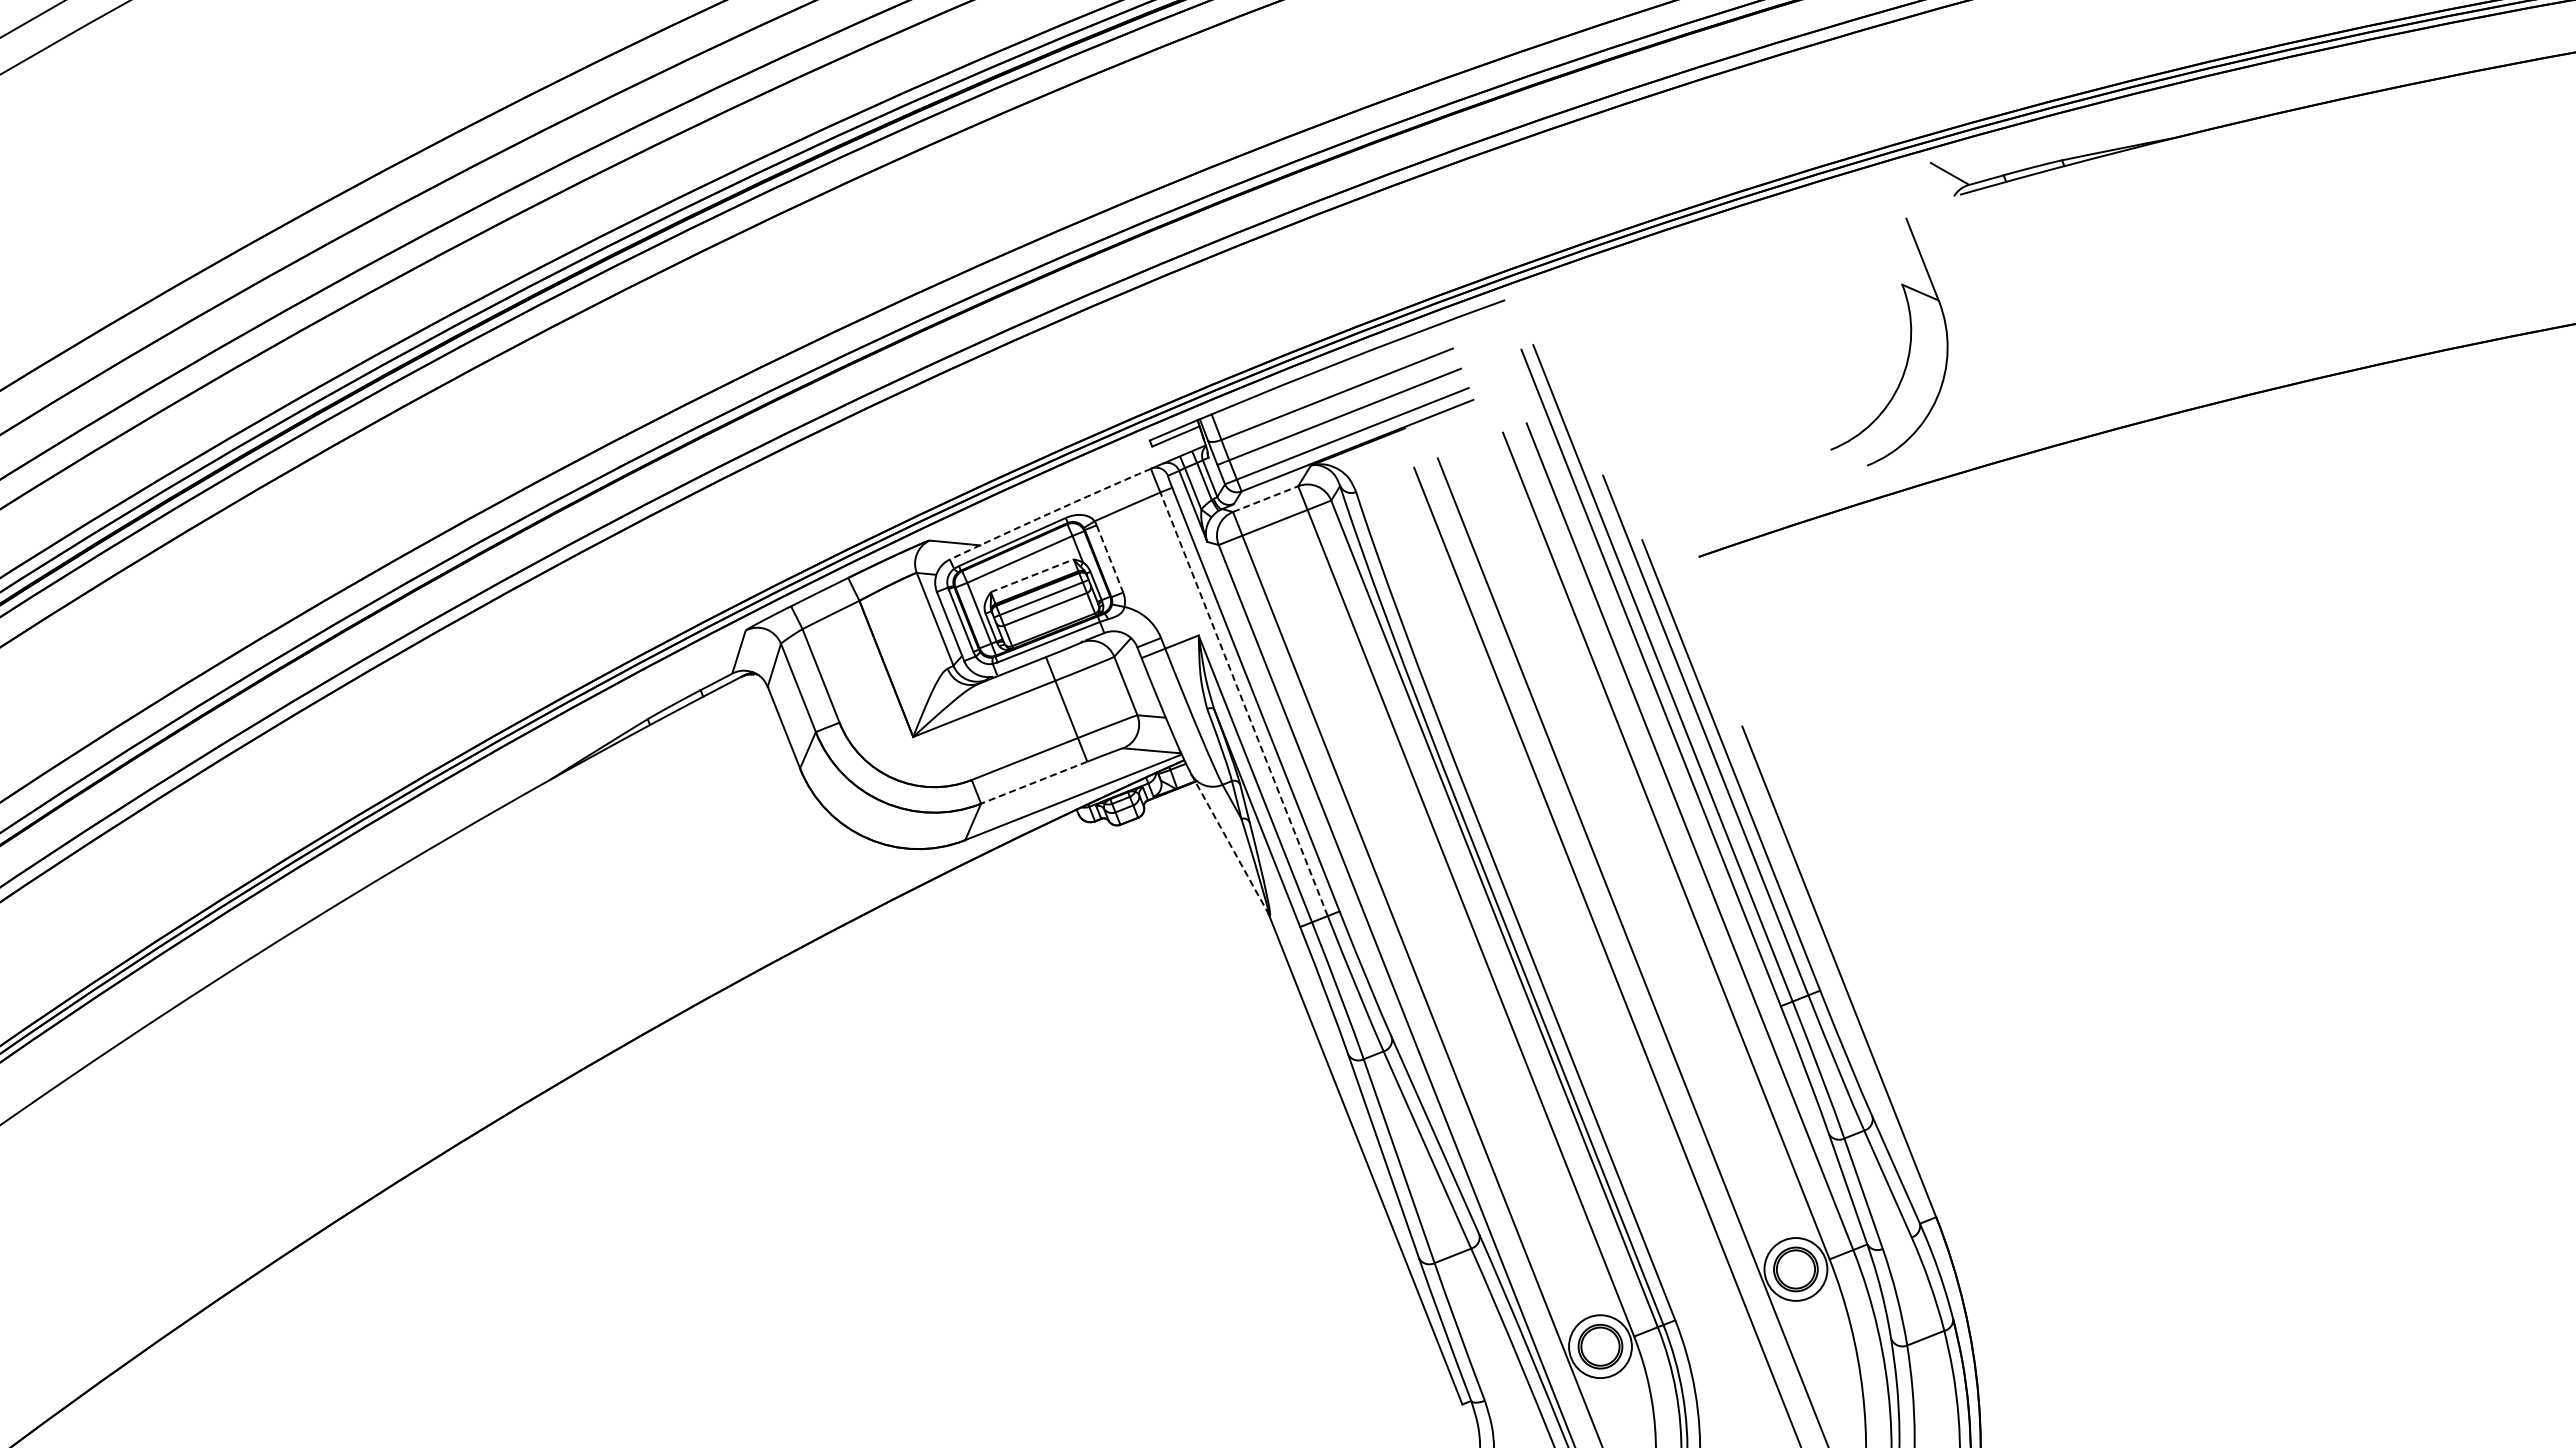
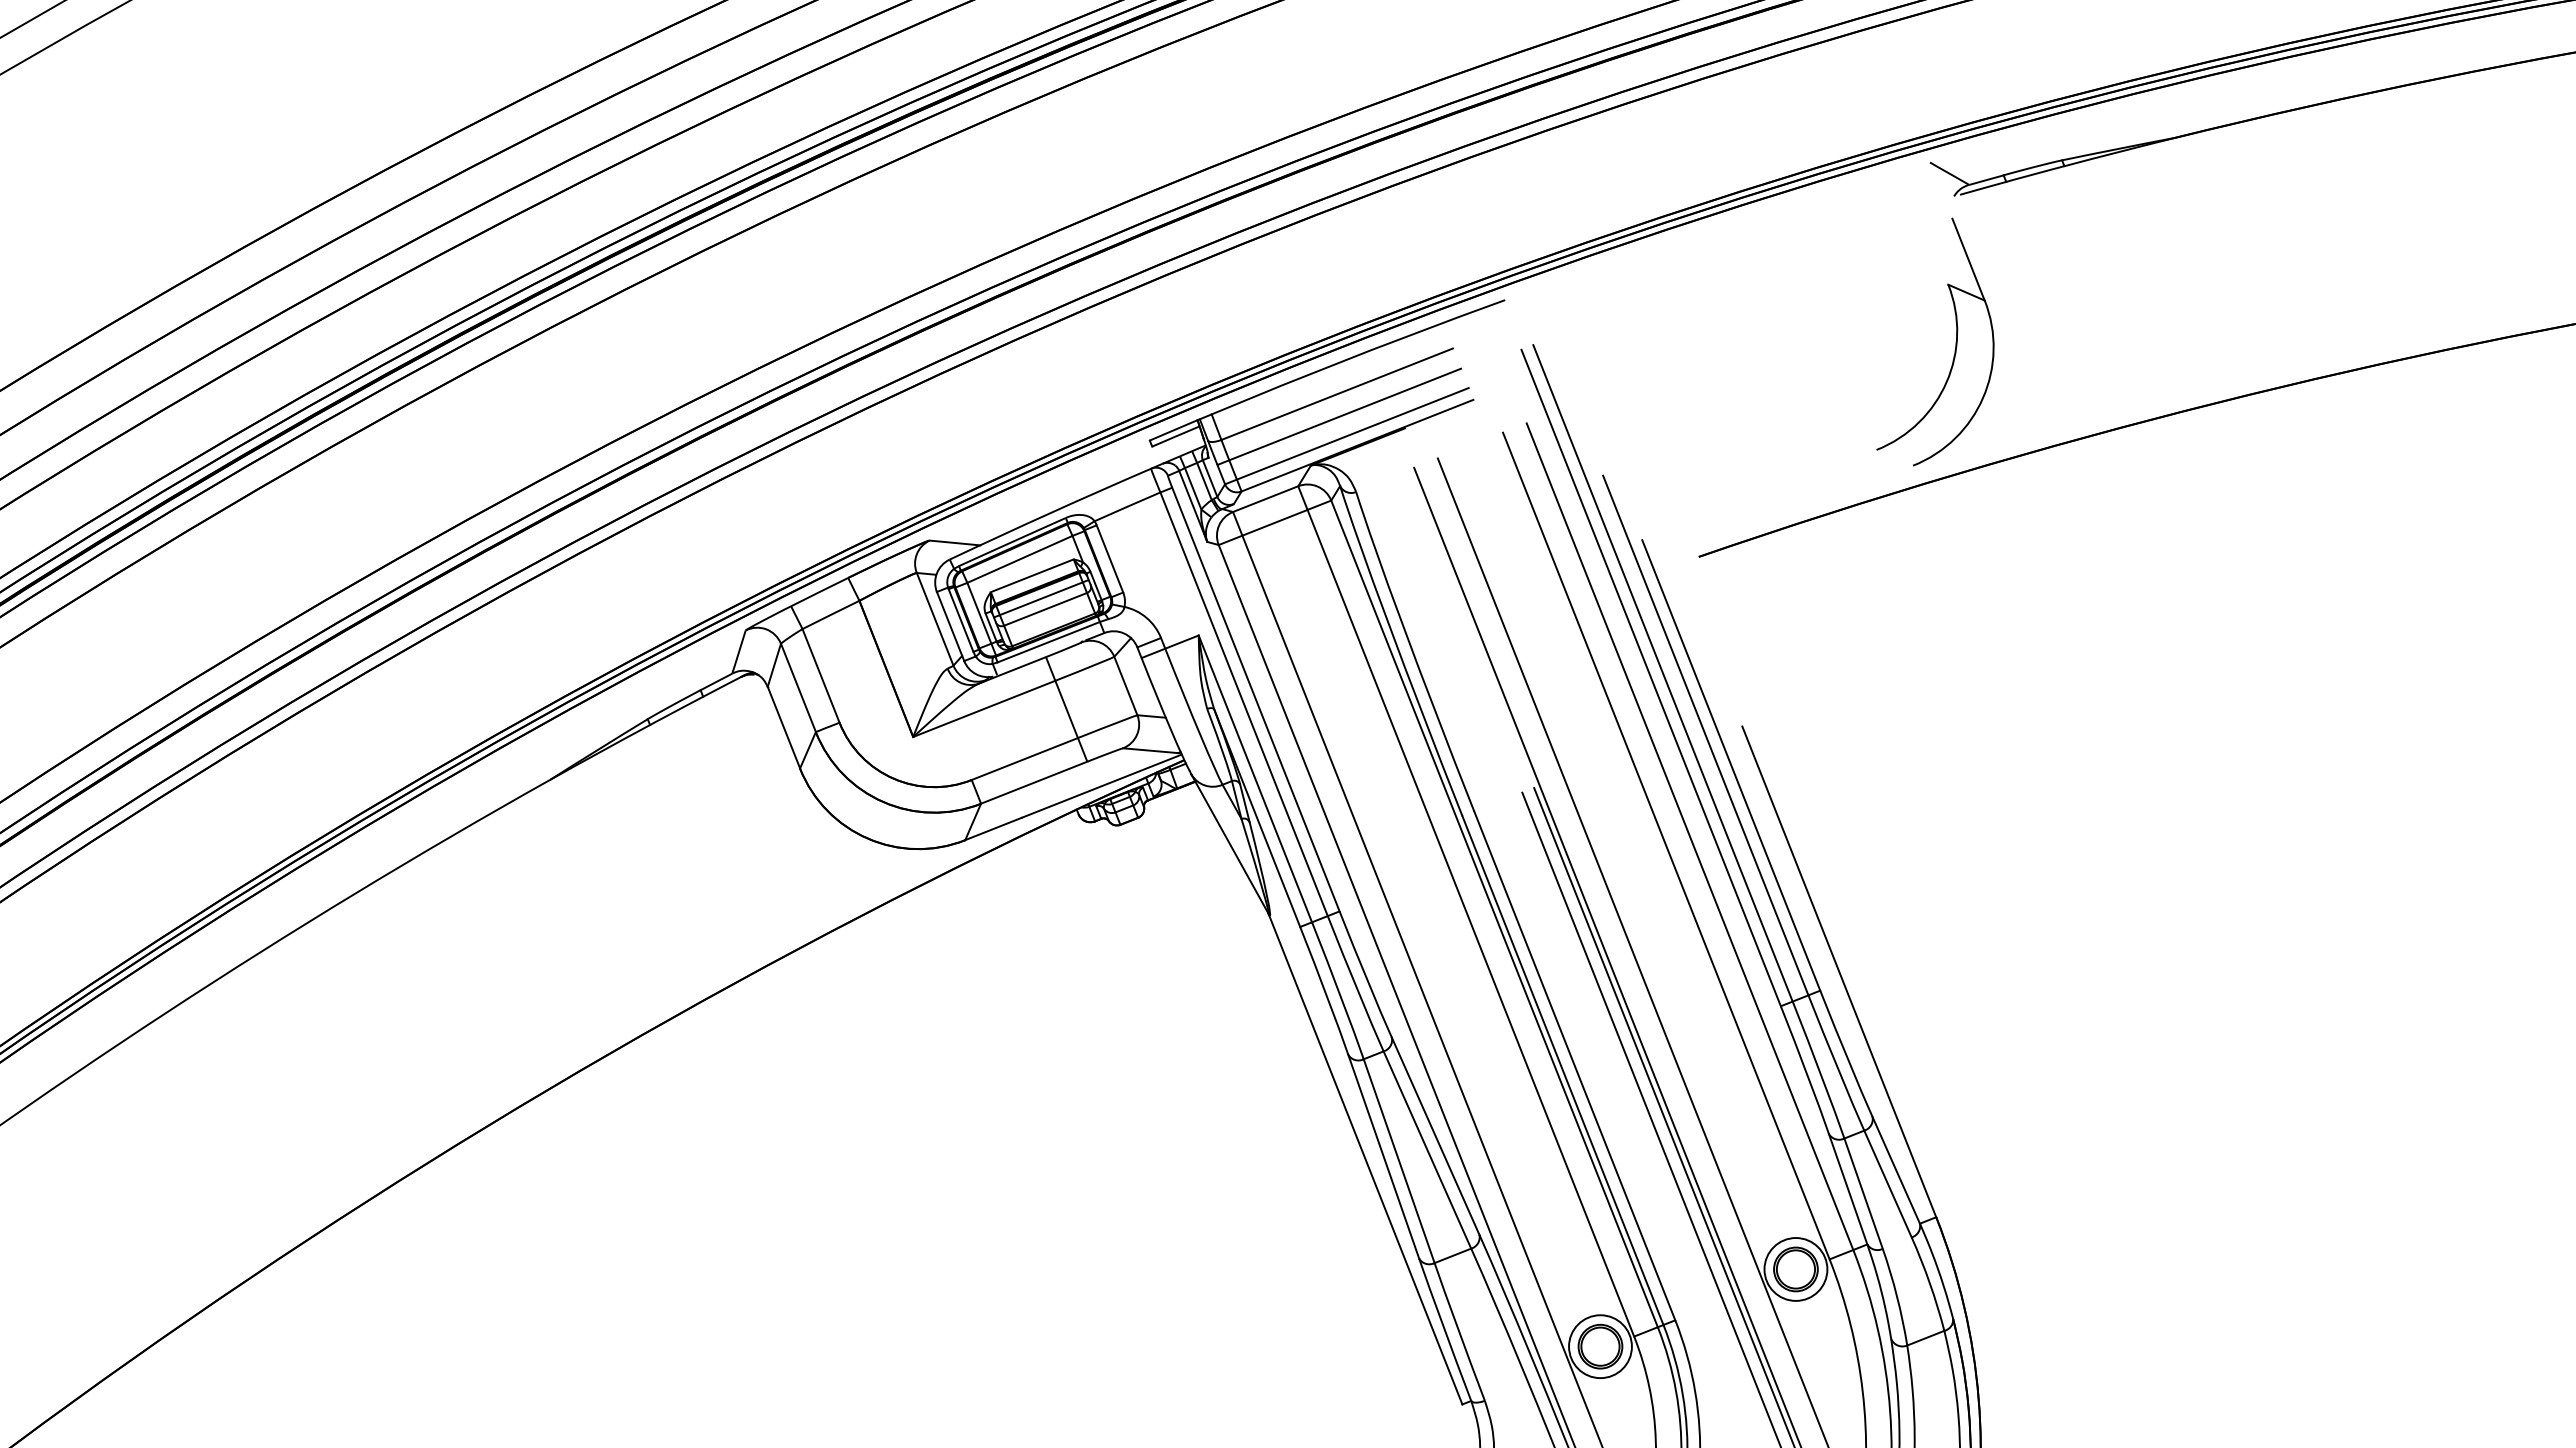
part at (1909, 342) position: (1909, 342) -> (1955, 342)
line at (1266, 498): dashed -> solid
arc at (1050, 513): dashed -> solid
line at (1110, 559): dashed -> solid
line at (1032, 575): dashed -> solid
line at (1244, 704): dashed -> solid
line at (1033, 782): dashed -> solid
line at (1230, 844): dashed -> solid
line at (1663, 1116): none -> present
line at (1650, 1118): none -> present
